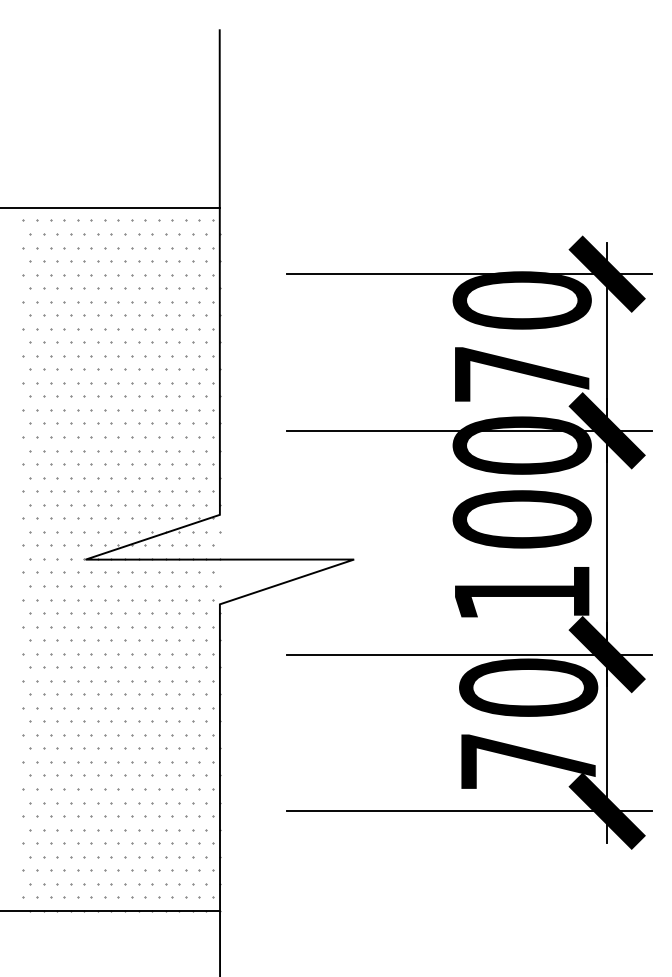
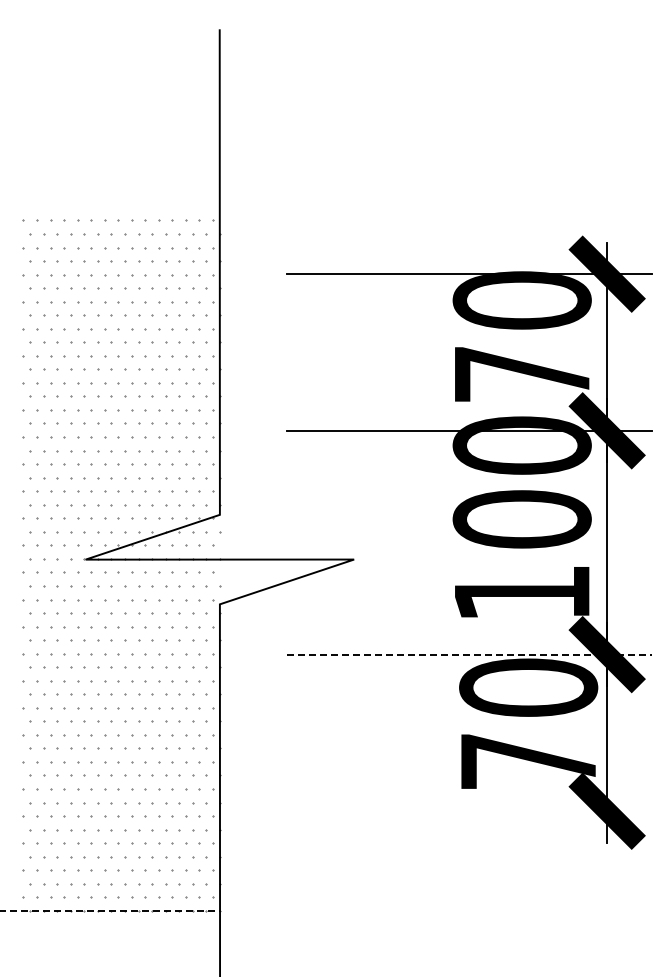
line at (110, 208): present -> none
line at (470, 654): solid -> dashed
line at (469, 811): present -> none
line at (110, 910): solid -> dashed
